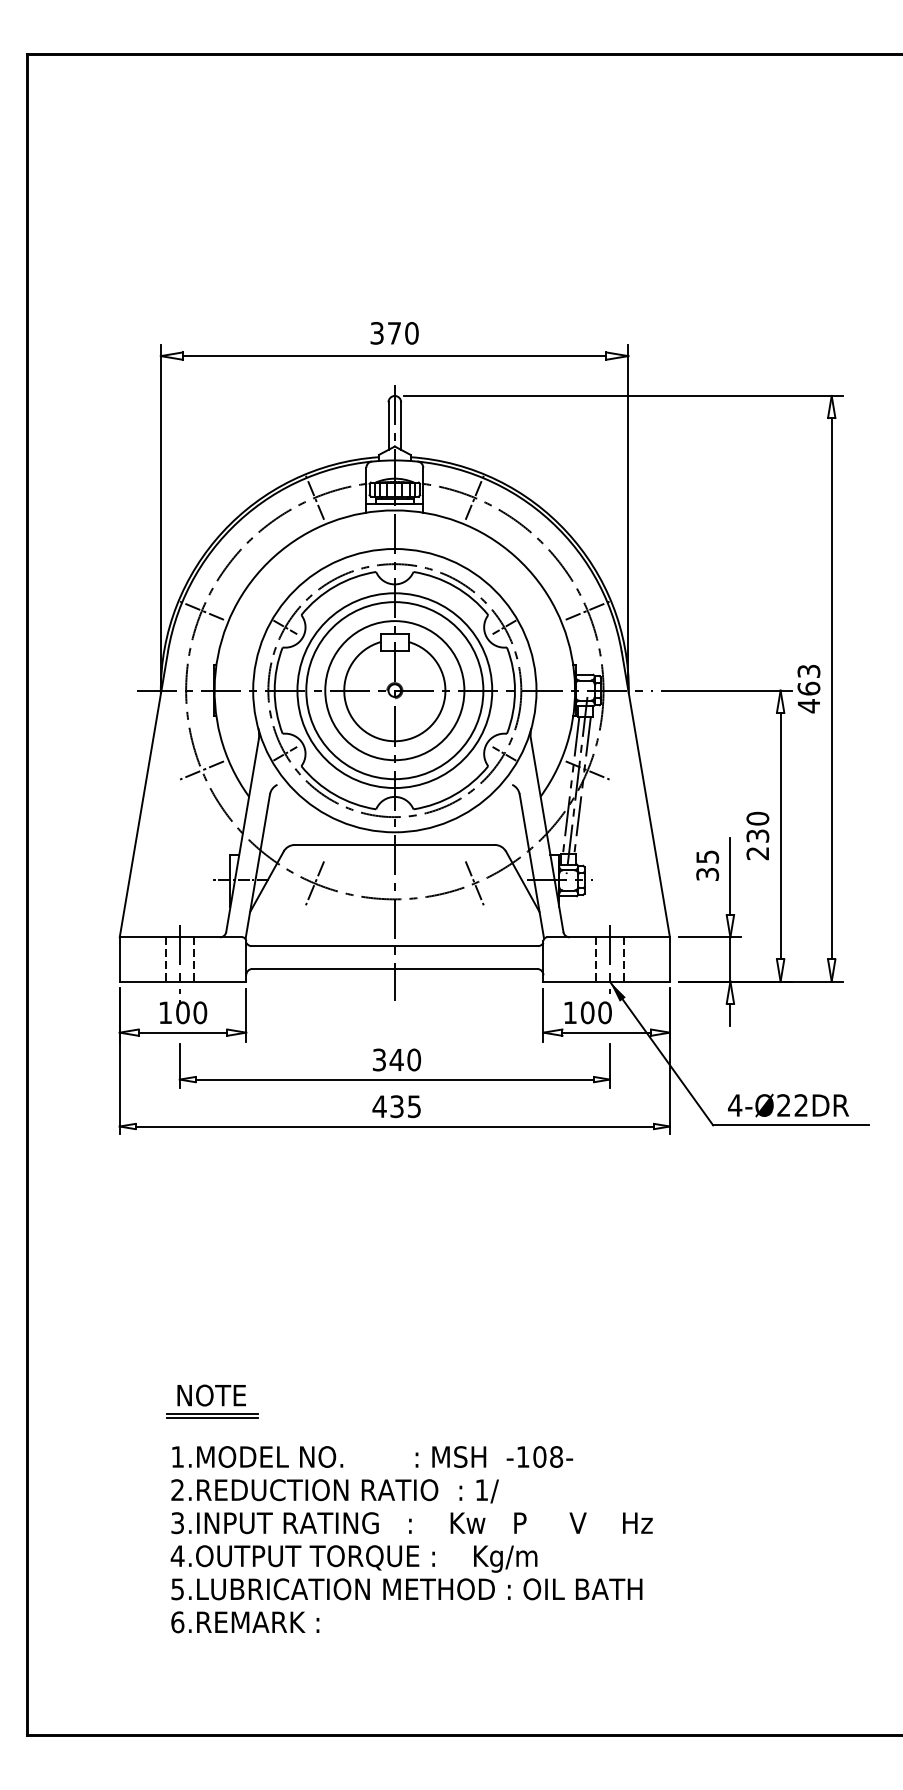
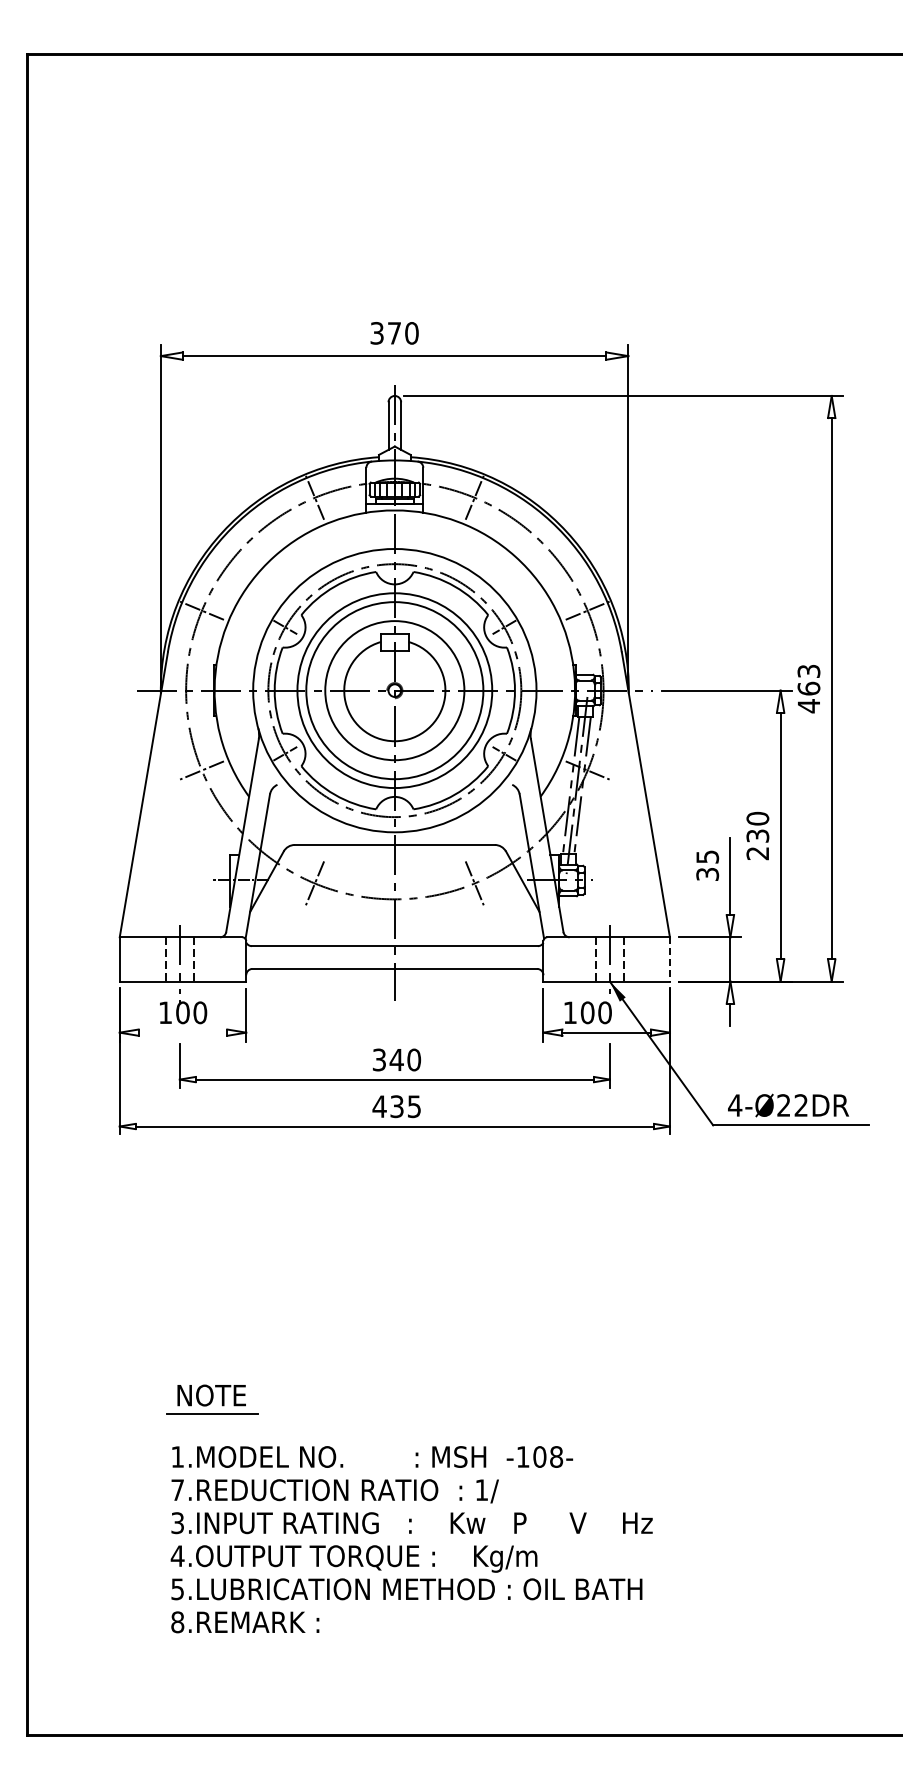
line at (669, 959): solid -> dashed
line at (182, 1032): present -> none
line at (212, 1417): present -> none
text at (177, 1489): 2.REDUCTION -> 7.REDUCTION
text at (177, 1622): 6.REMARK -> 8.REMARK
